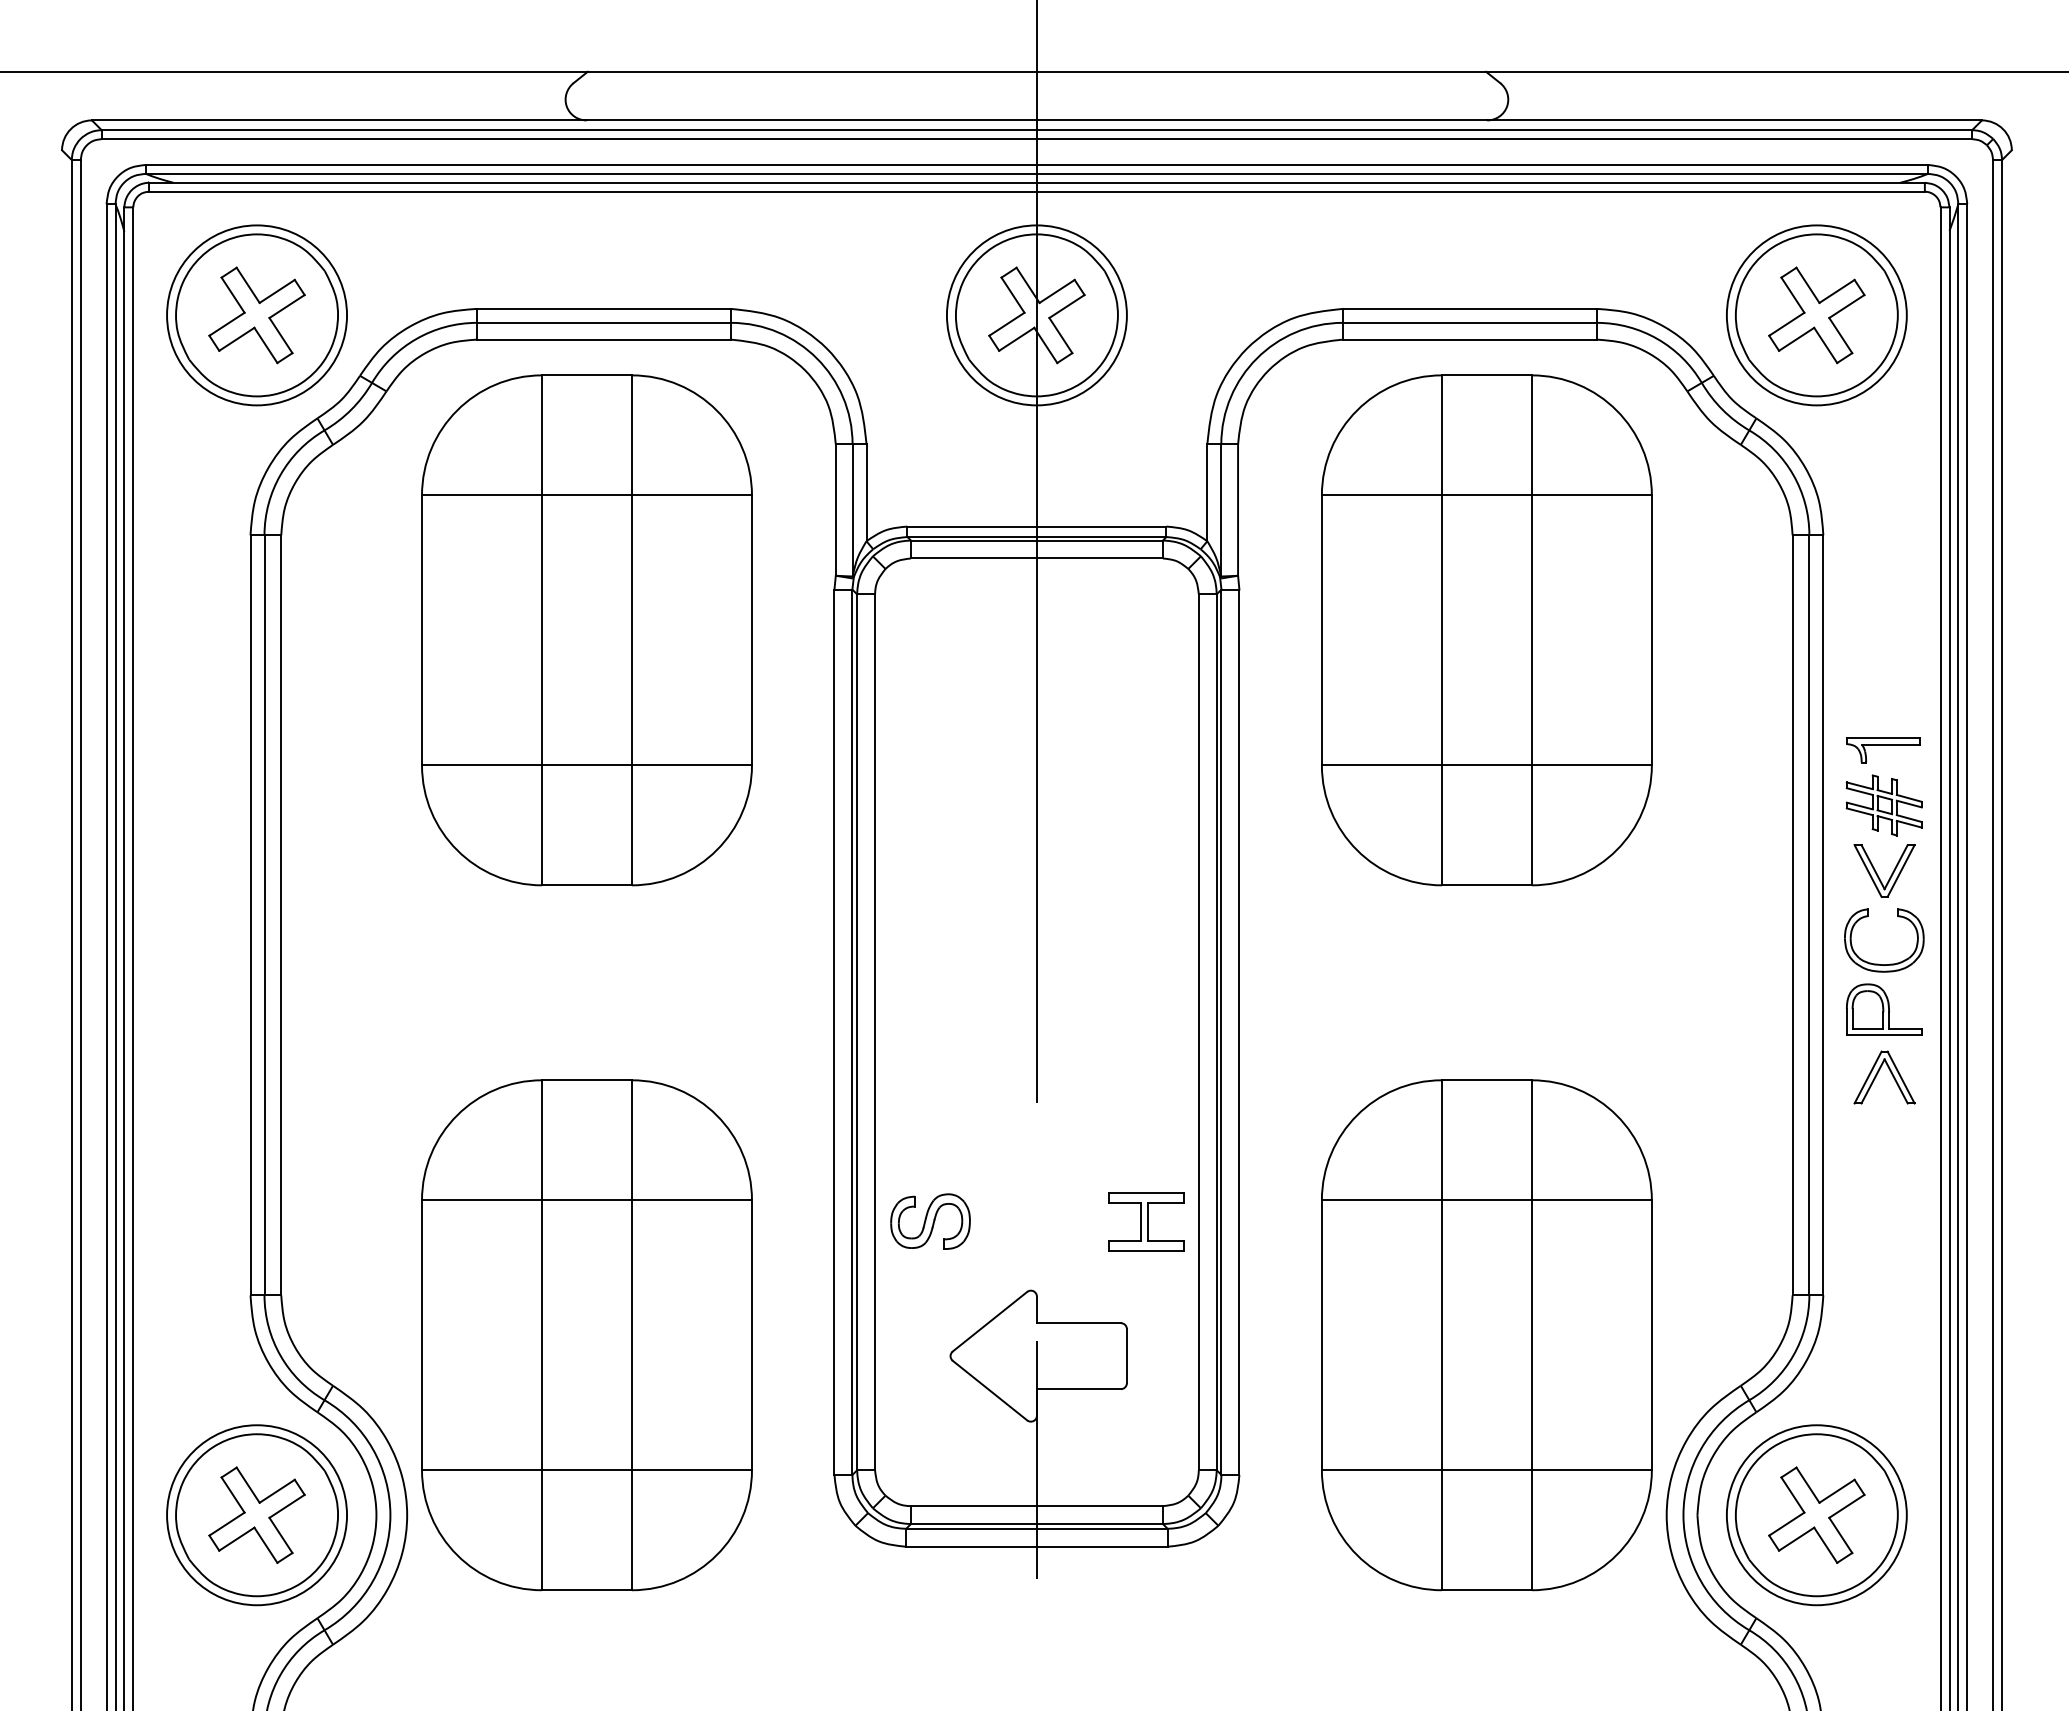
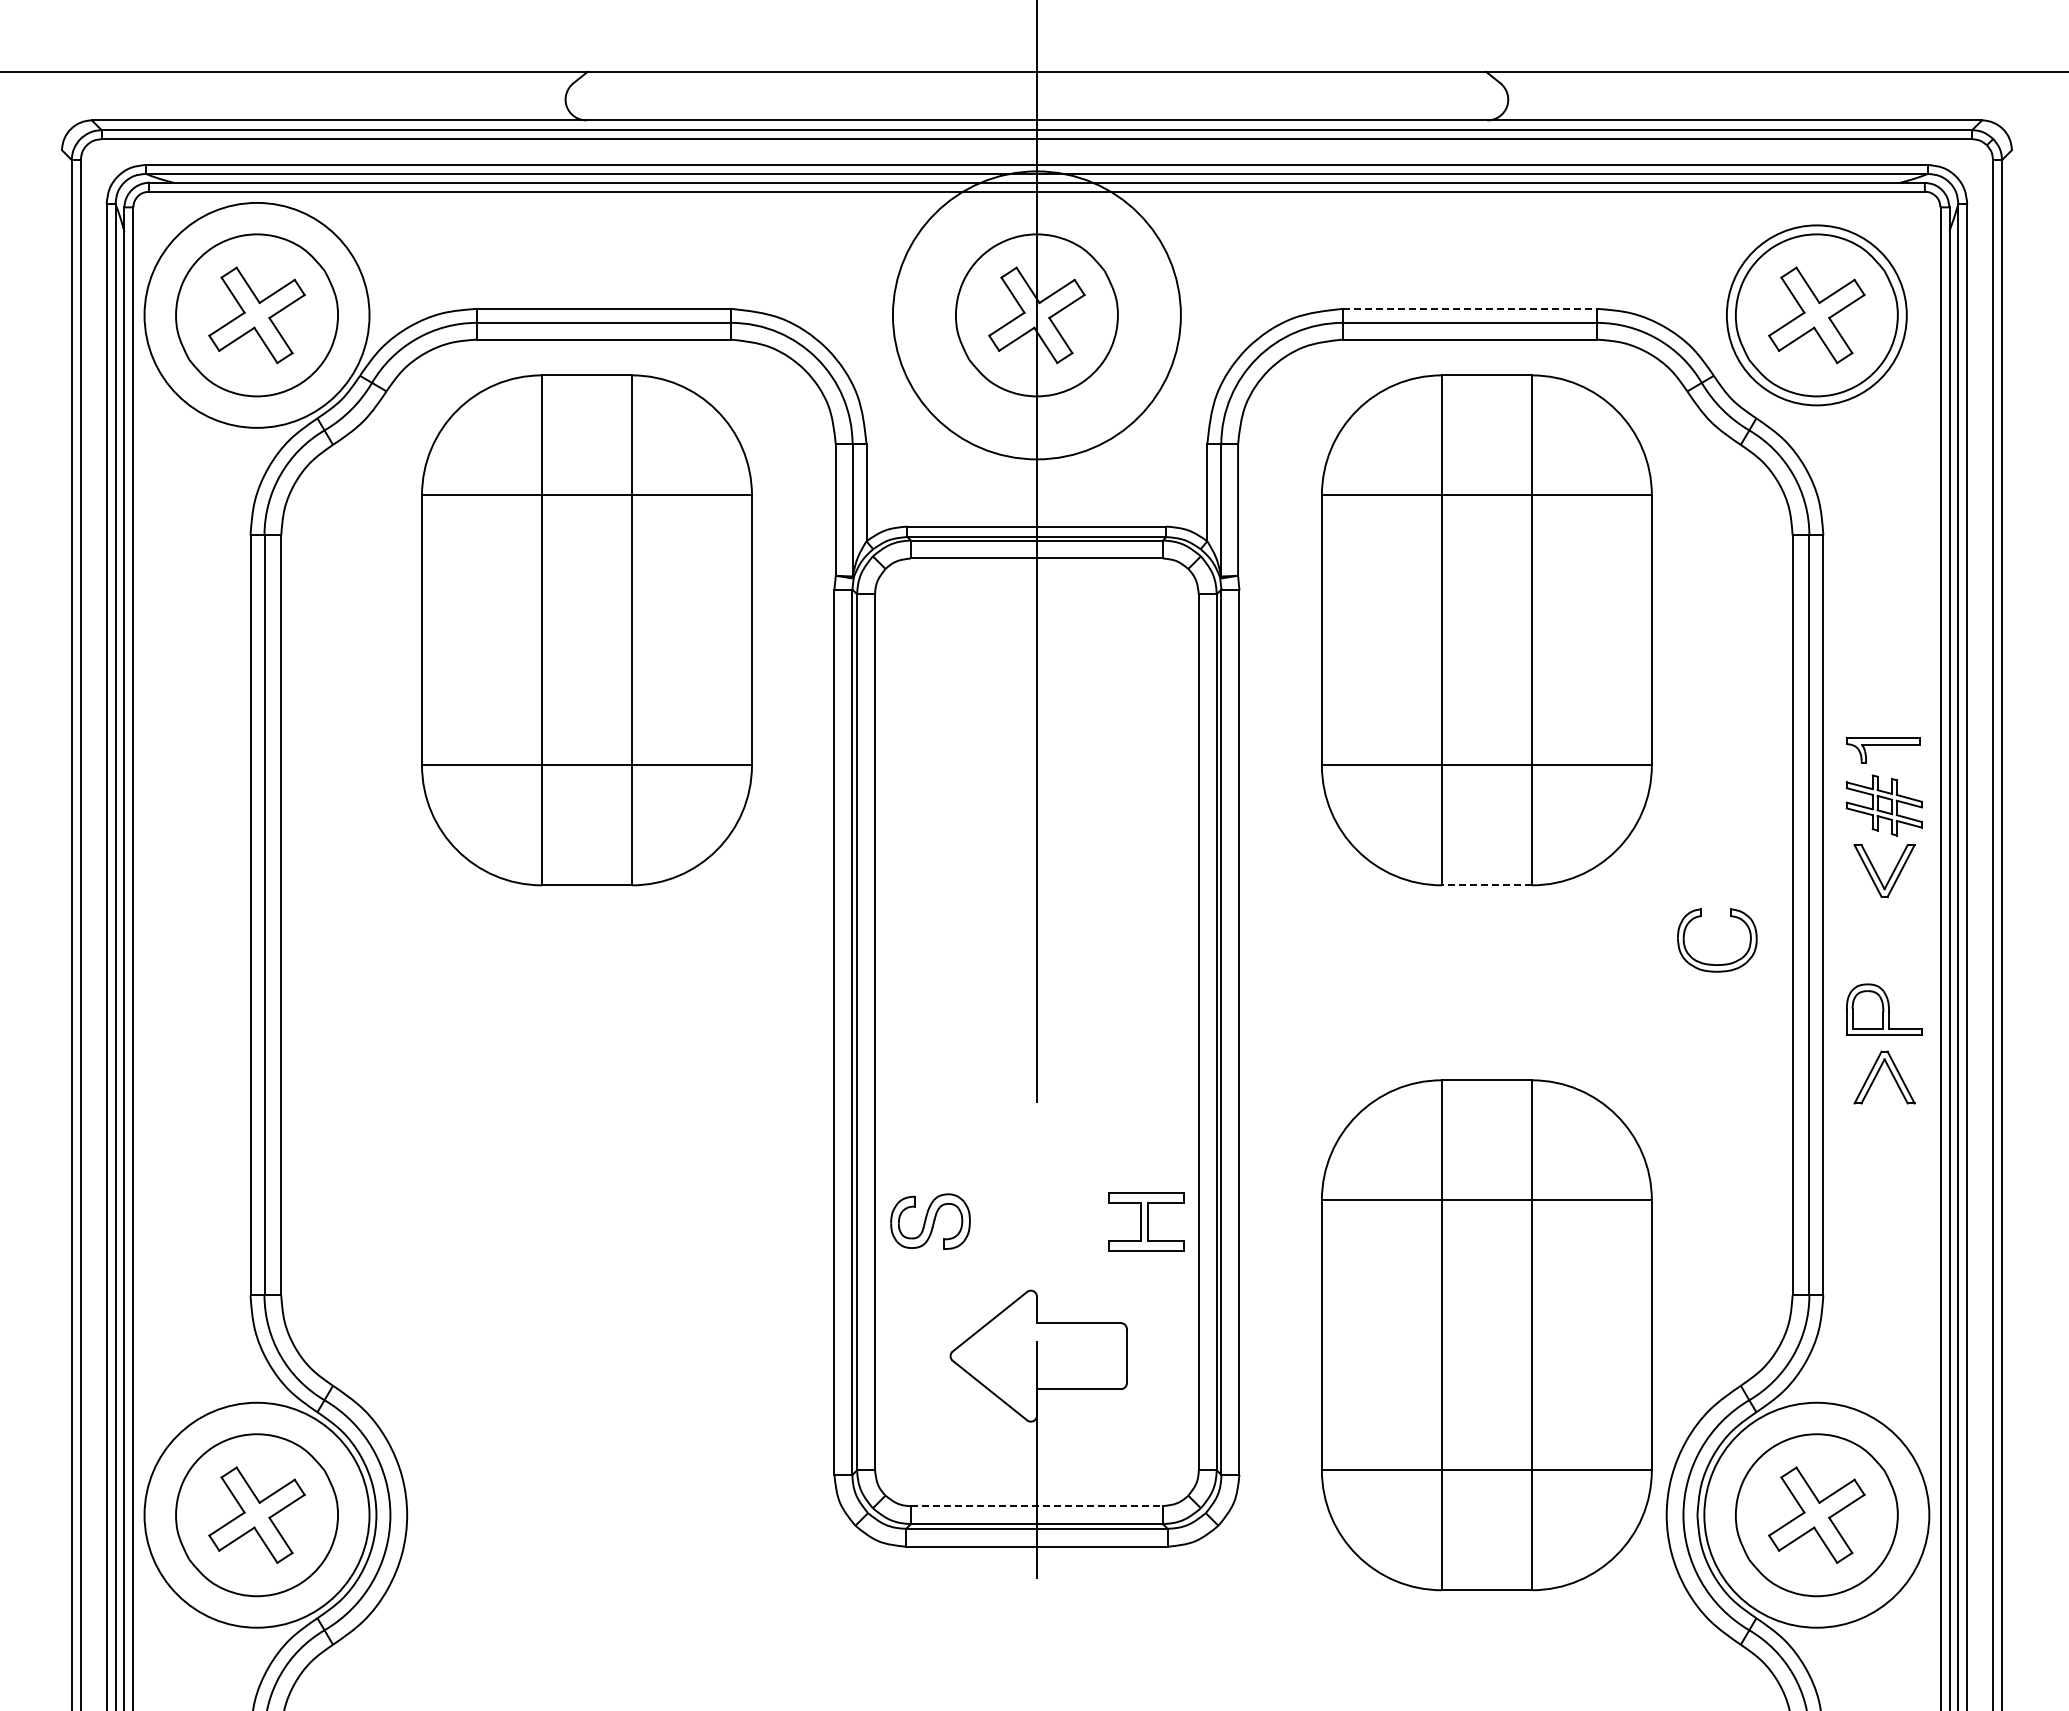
line at (1470, 308): solid -> dashed
circle at (257, 315) diameter: 180 px -> 225 px
circle at (1036, 315) diameter: 180 px -> 288 px
line at (1486, 885): solid -> dashed
part at (1878, 963) position: (1878, 963) -> (1711, 963)
part at (586, 1335): present -> none
line at (1037, 1506): solid -> dashed
circle at (257, 1515) diameter: 180 px -> 225 px
circle at (1816, 1515) diameter: 180 px -> 225 px
